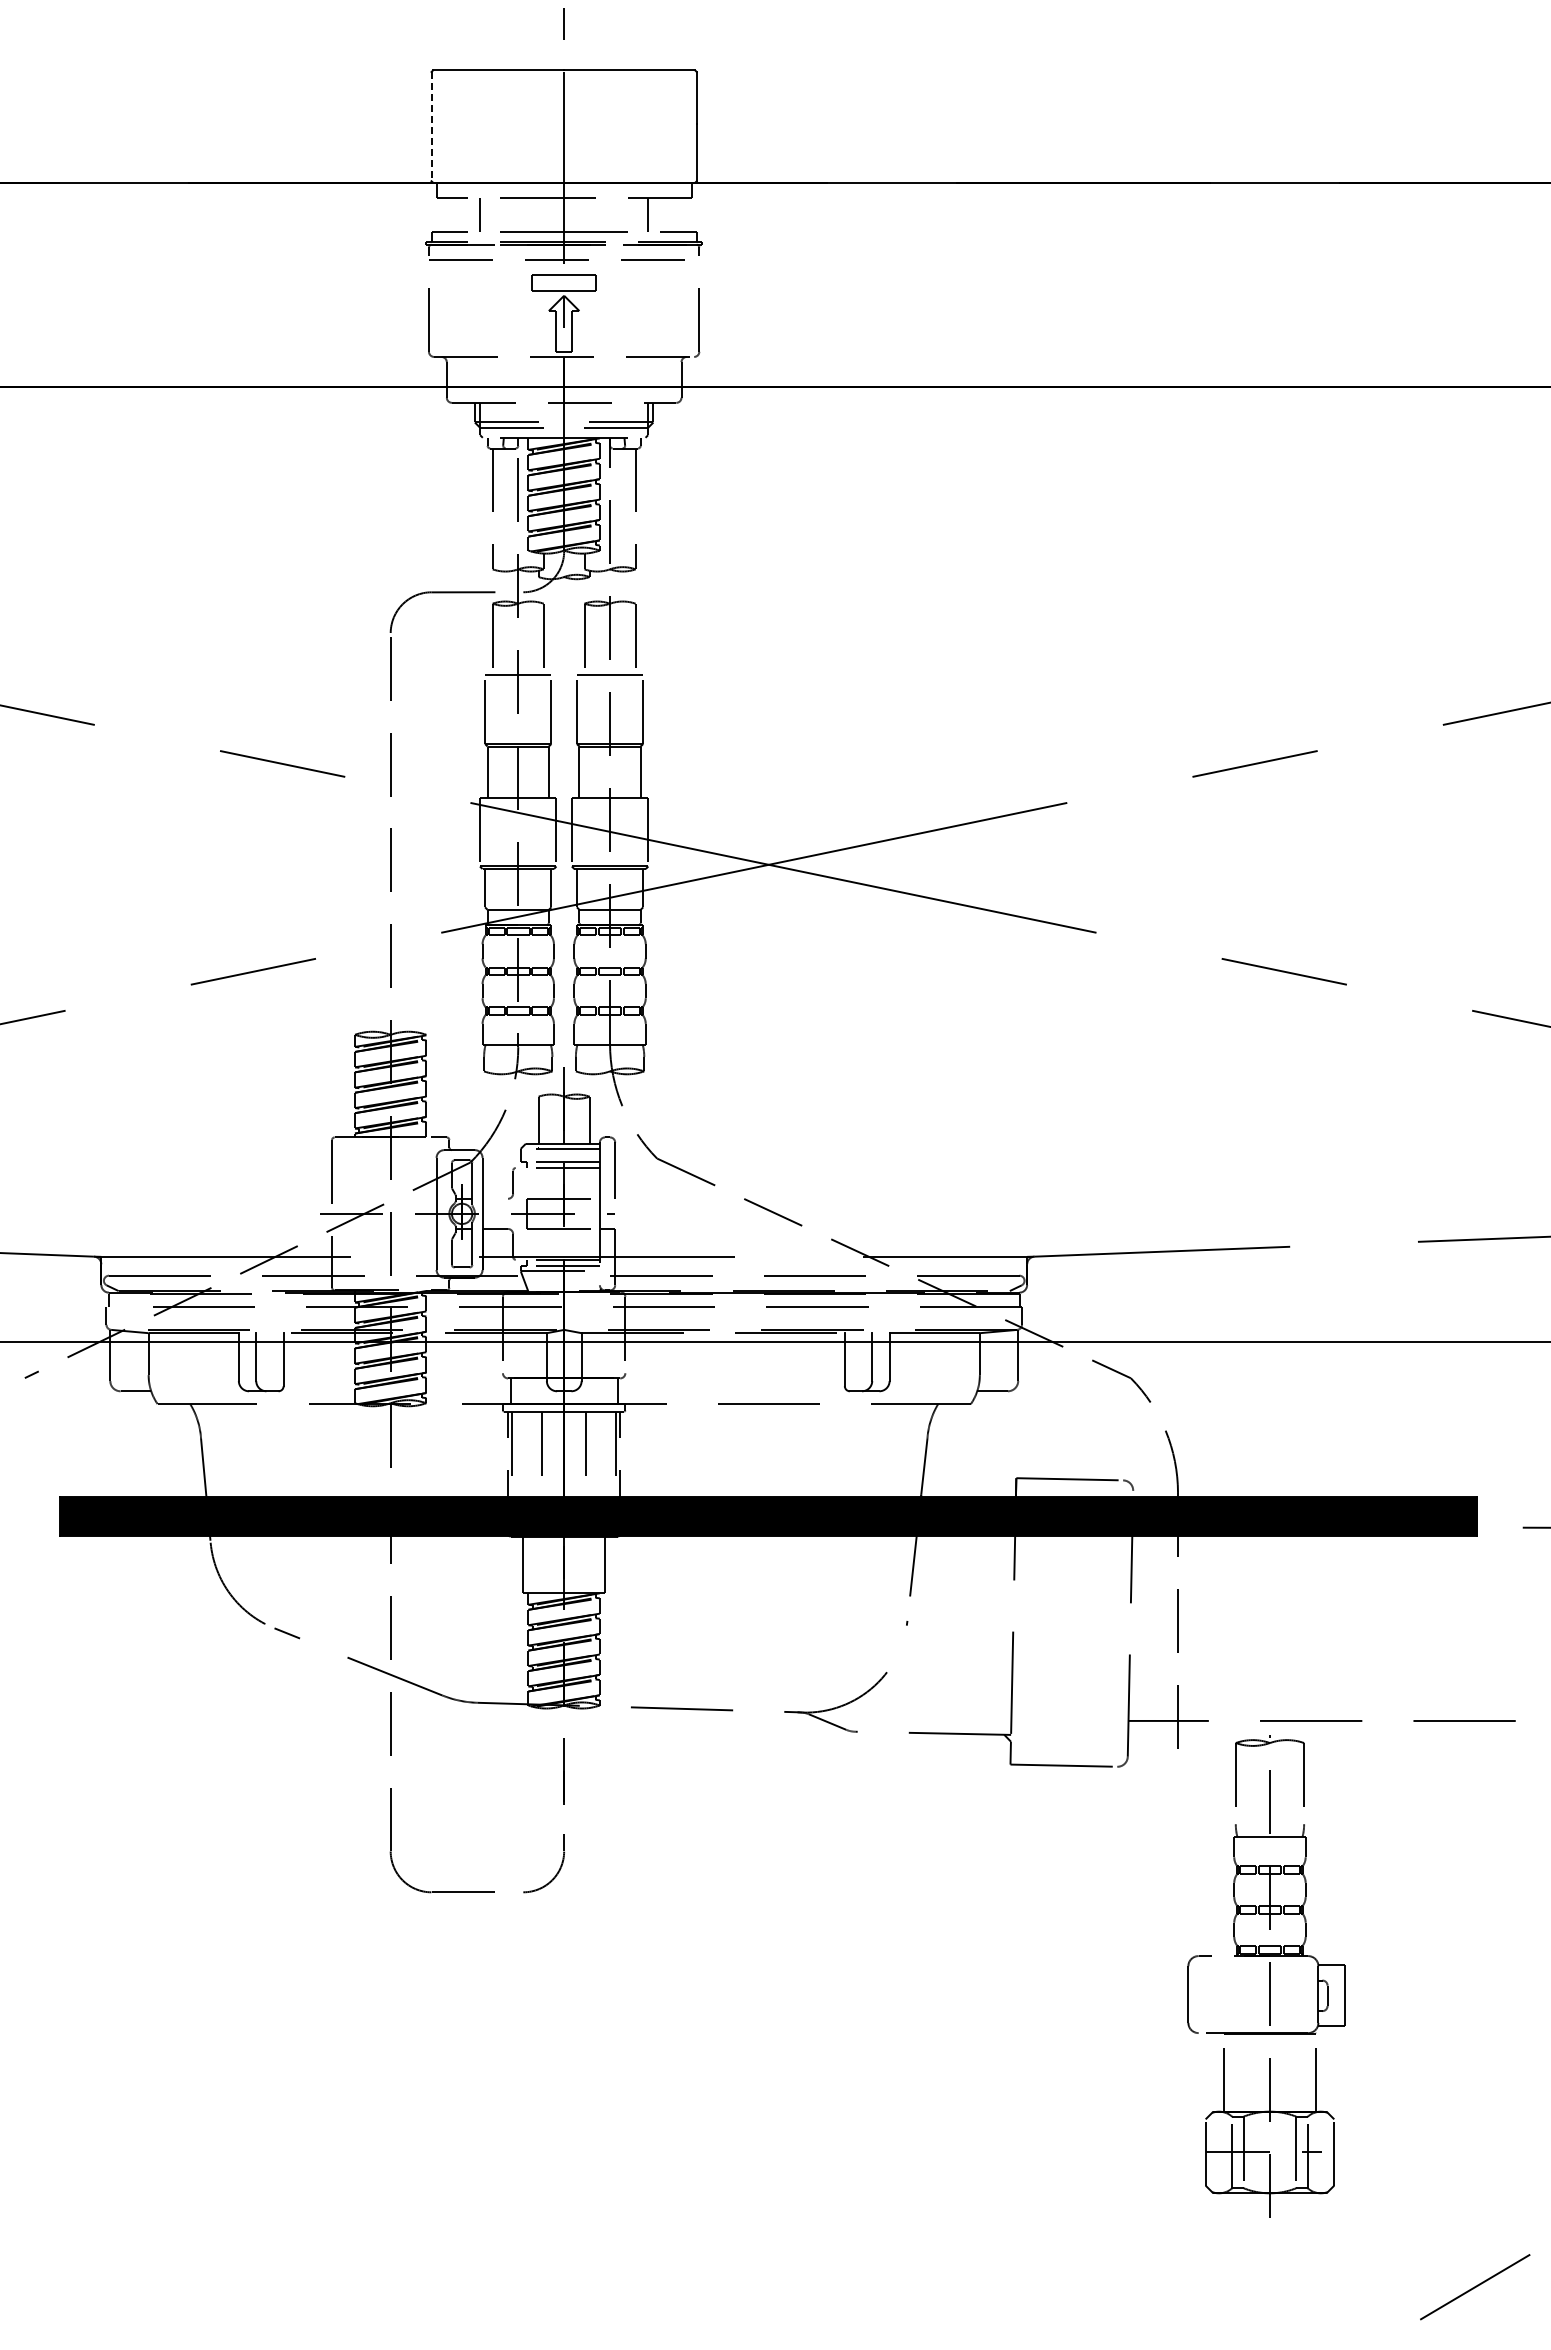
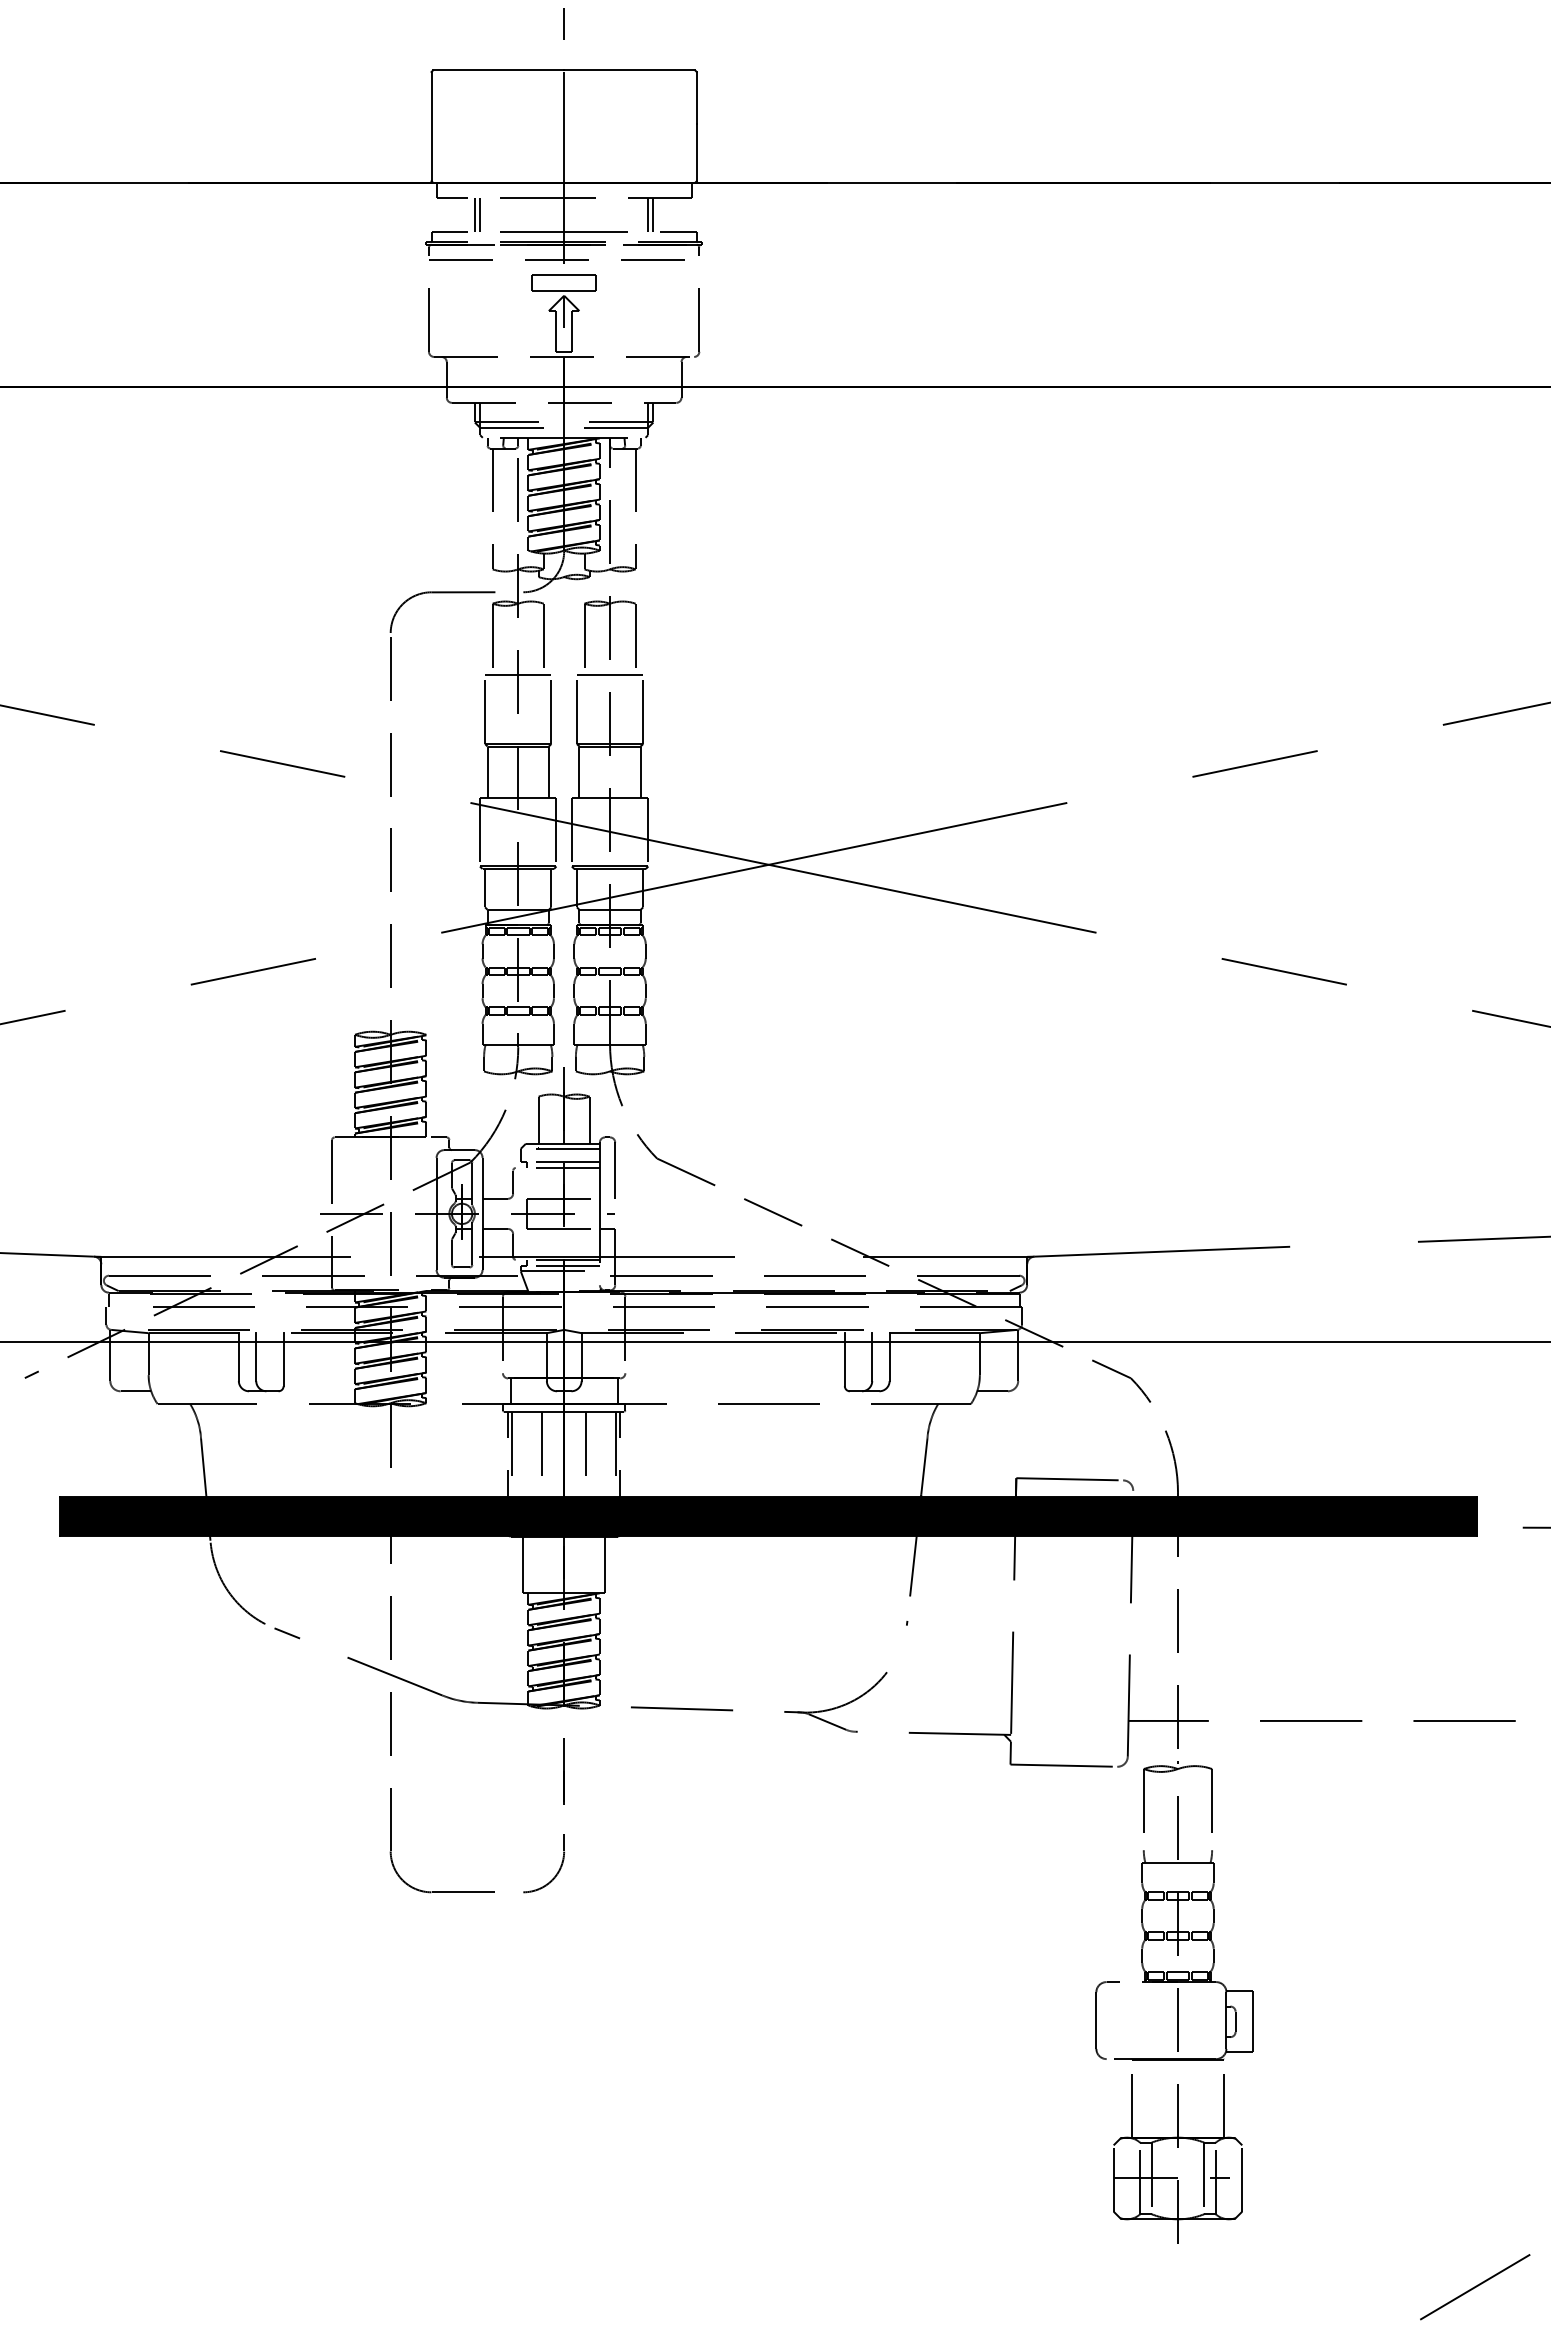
line at (431, 126): dashed -> solid
line at (474, 215): none -> present
line at (653, 215): none -> present
line at (495, 1198): none -> present
part at (1266, 1976) position: (1266, 1976) -> (1174, 2002)
